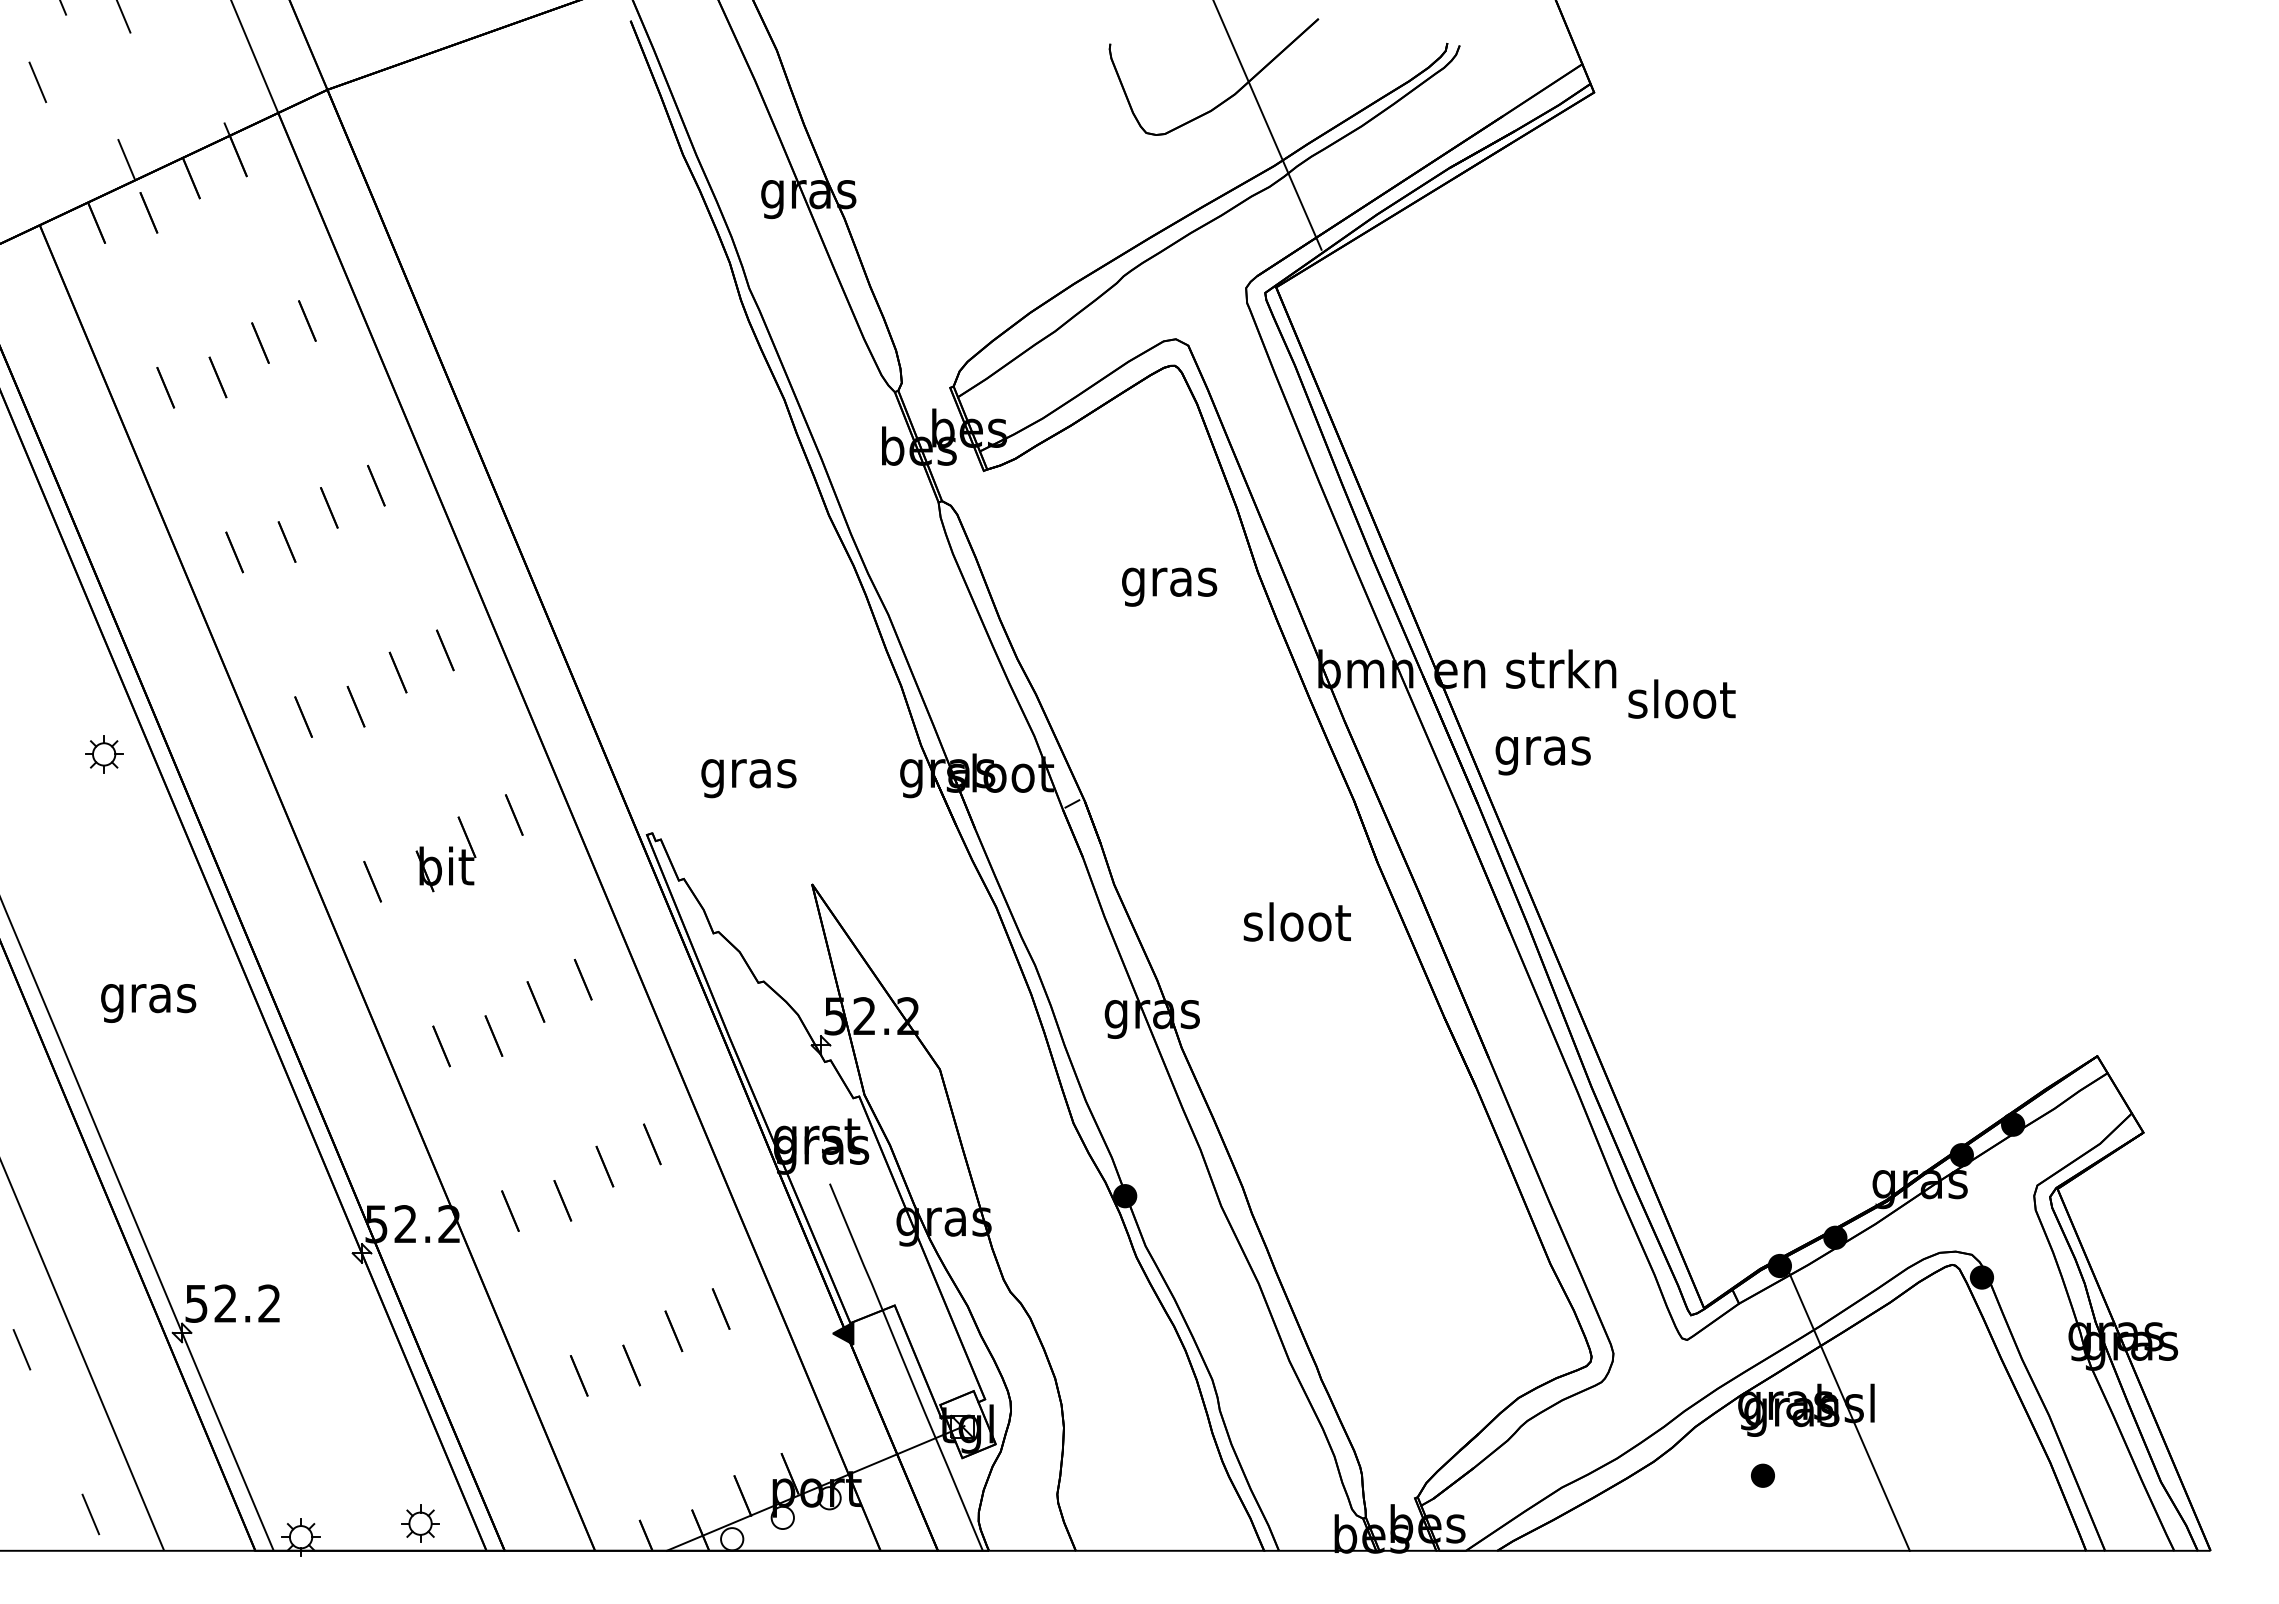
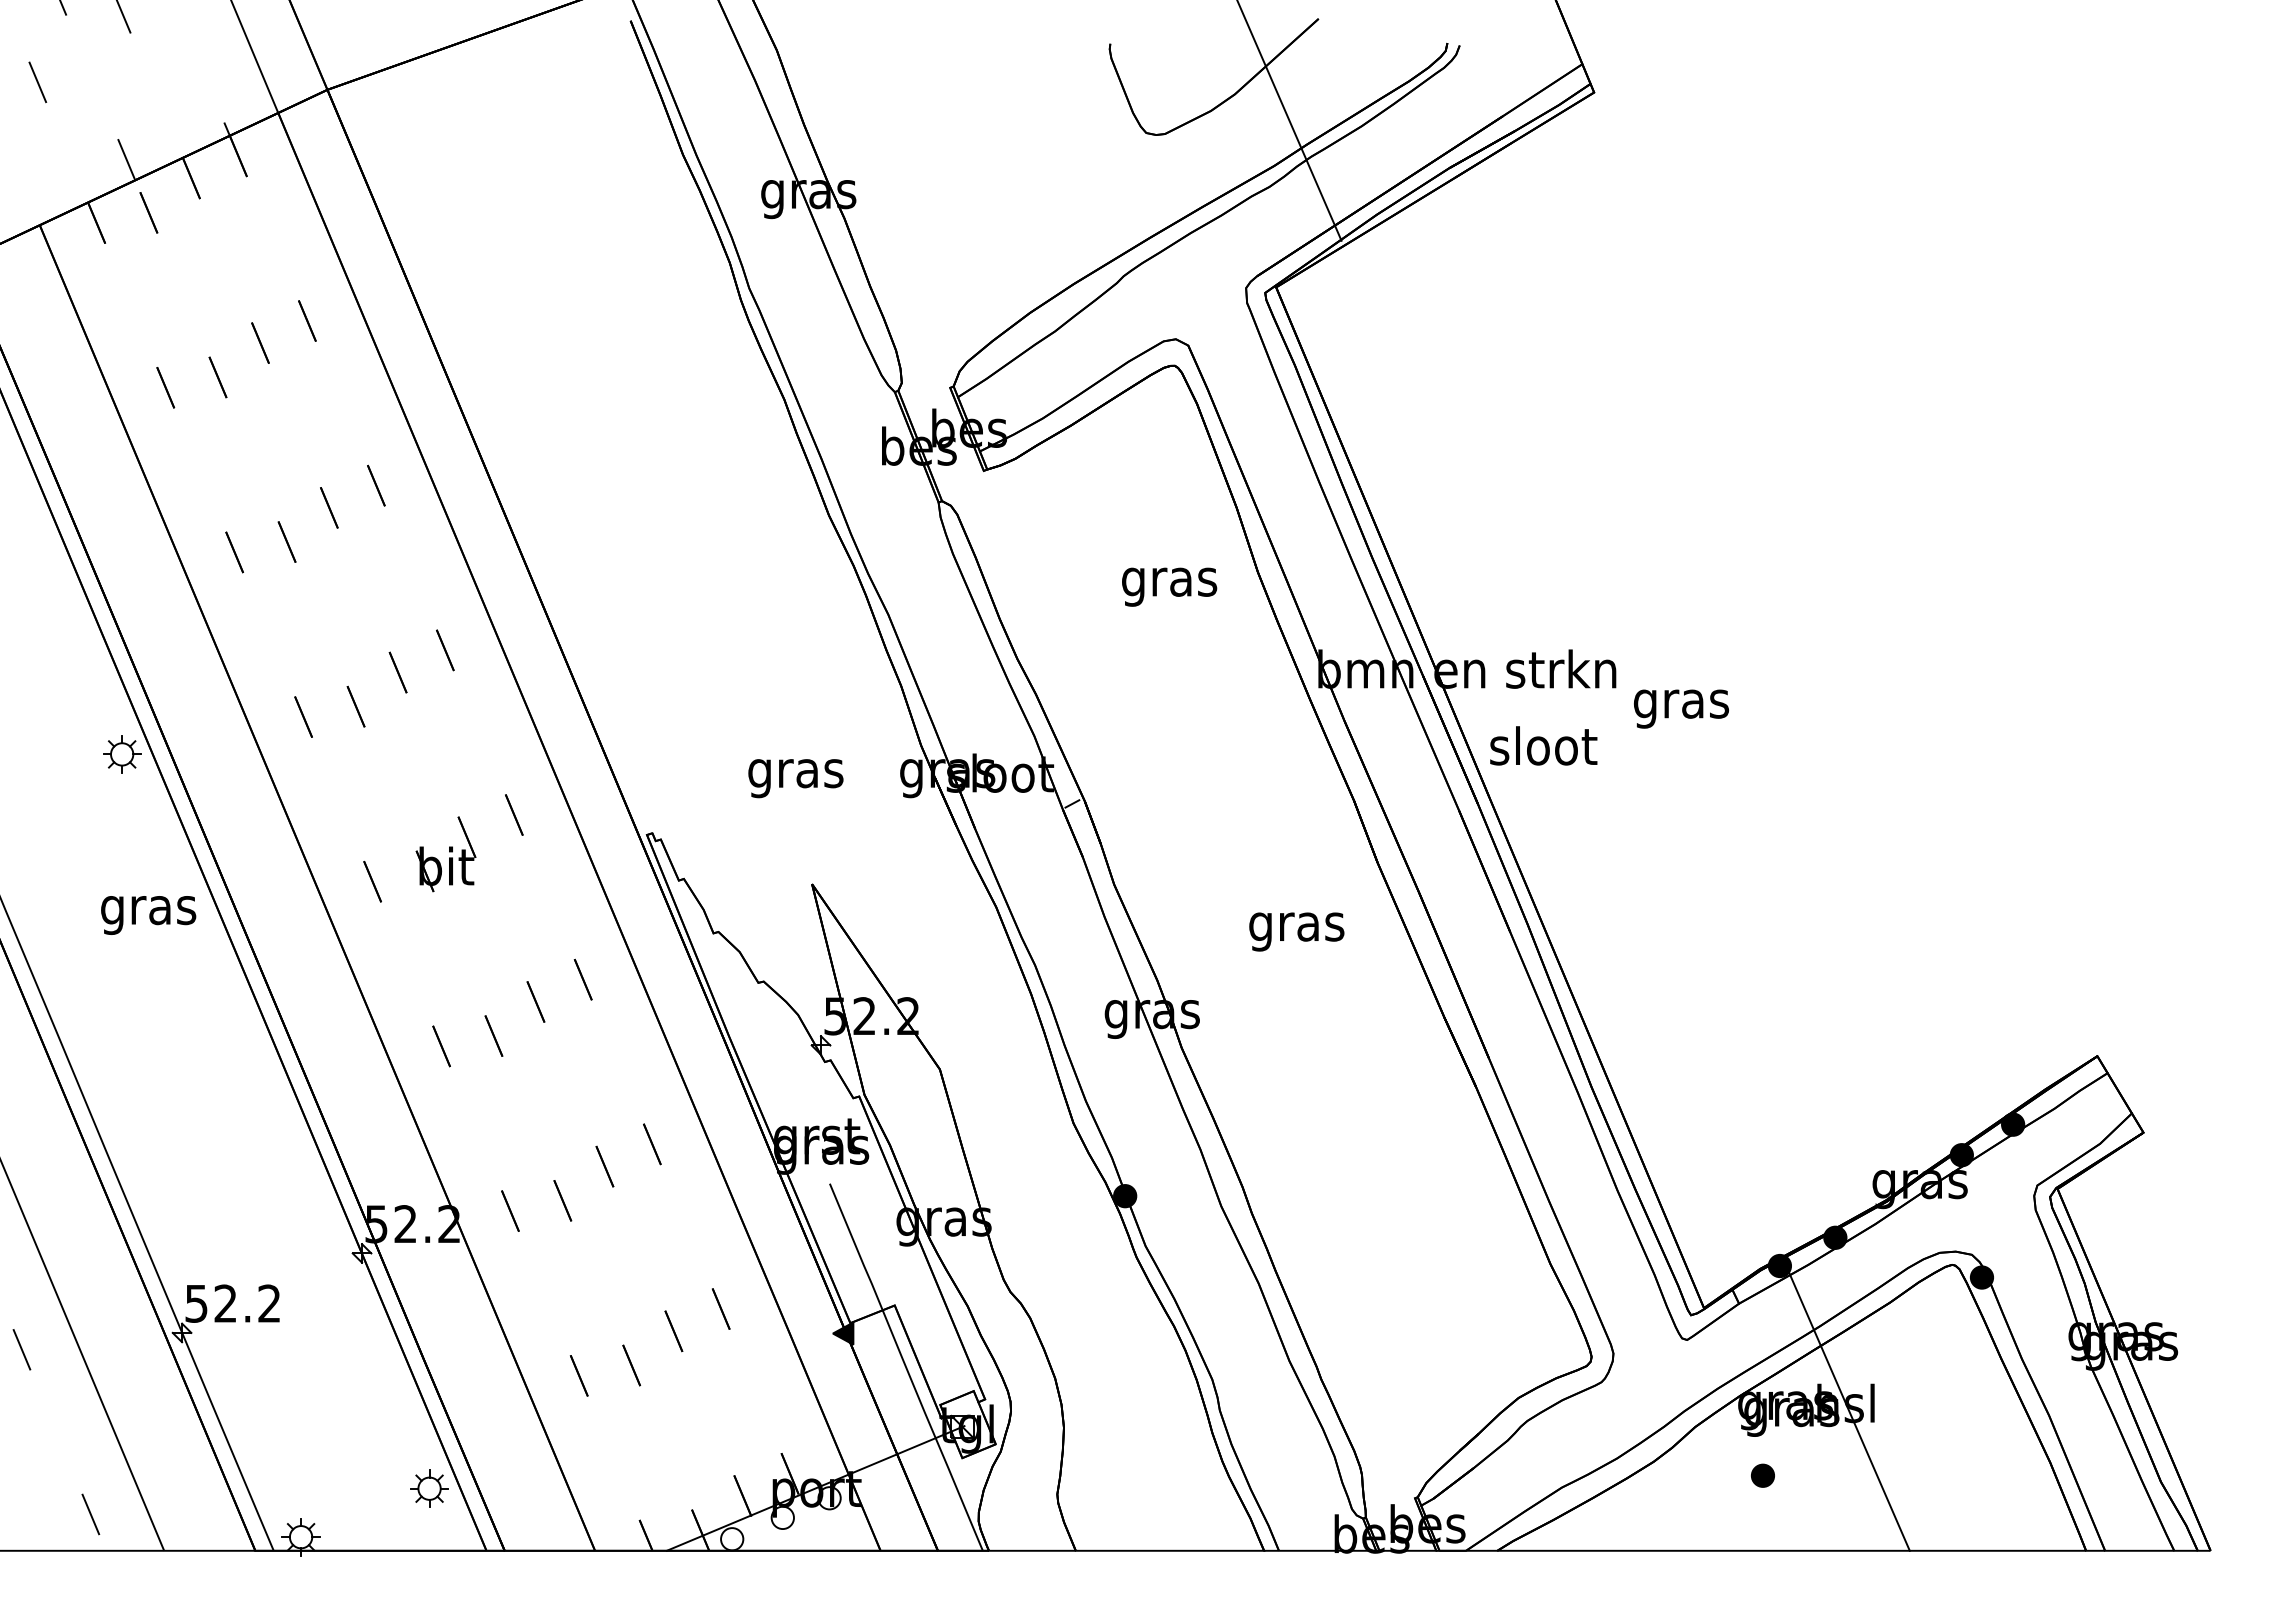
line at (1267, 125) position: (1267, 125) -> (1289, 121)
text at (1681, 703): sloot -> gras
text at (1543, 750): gras -> sloot
part at (104, 754) position: (104, 754) -> (122, 754)
text at (748, 778) position: (748, 778) -> (795, 778)
text at (1296, 926): sloot -> gras
text at (148, 1003) position: (148, 1003) -> (148, 915)
part at (420, 1523) position: (420, 1523) -> (429, 1488)
